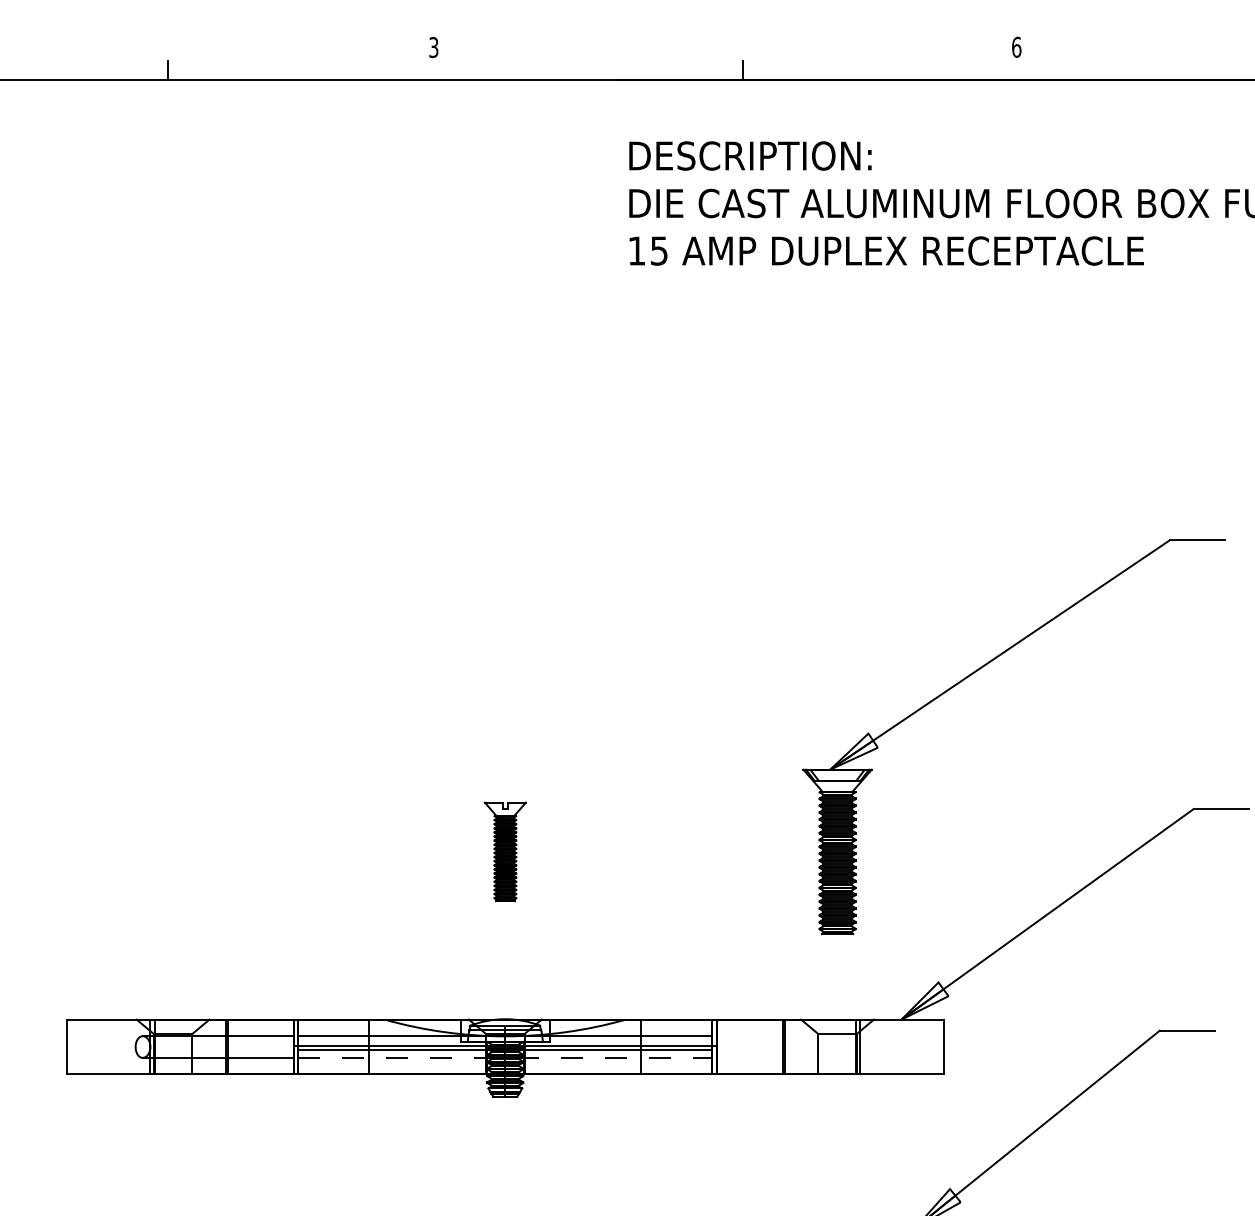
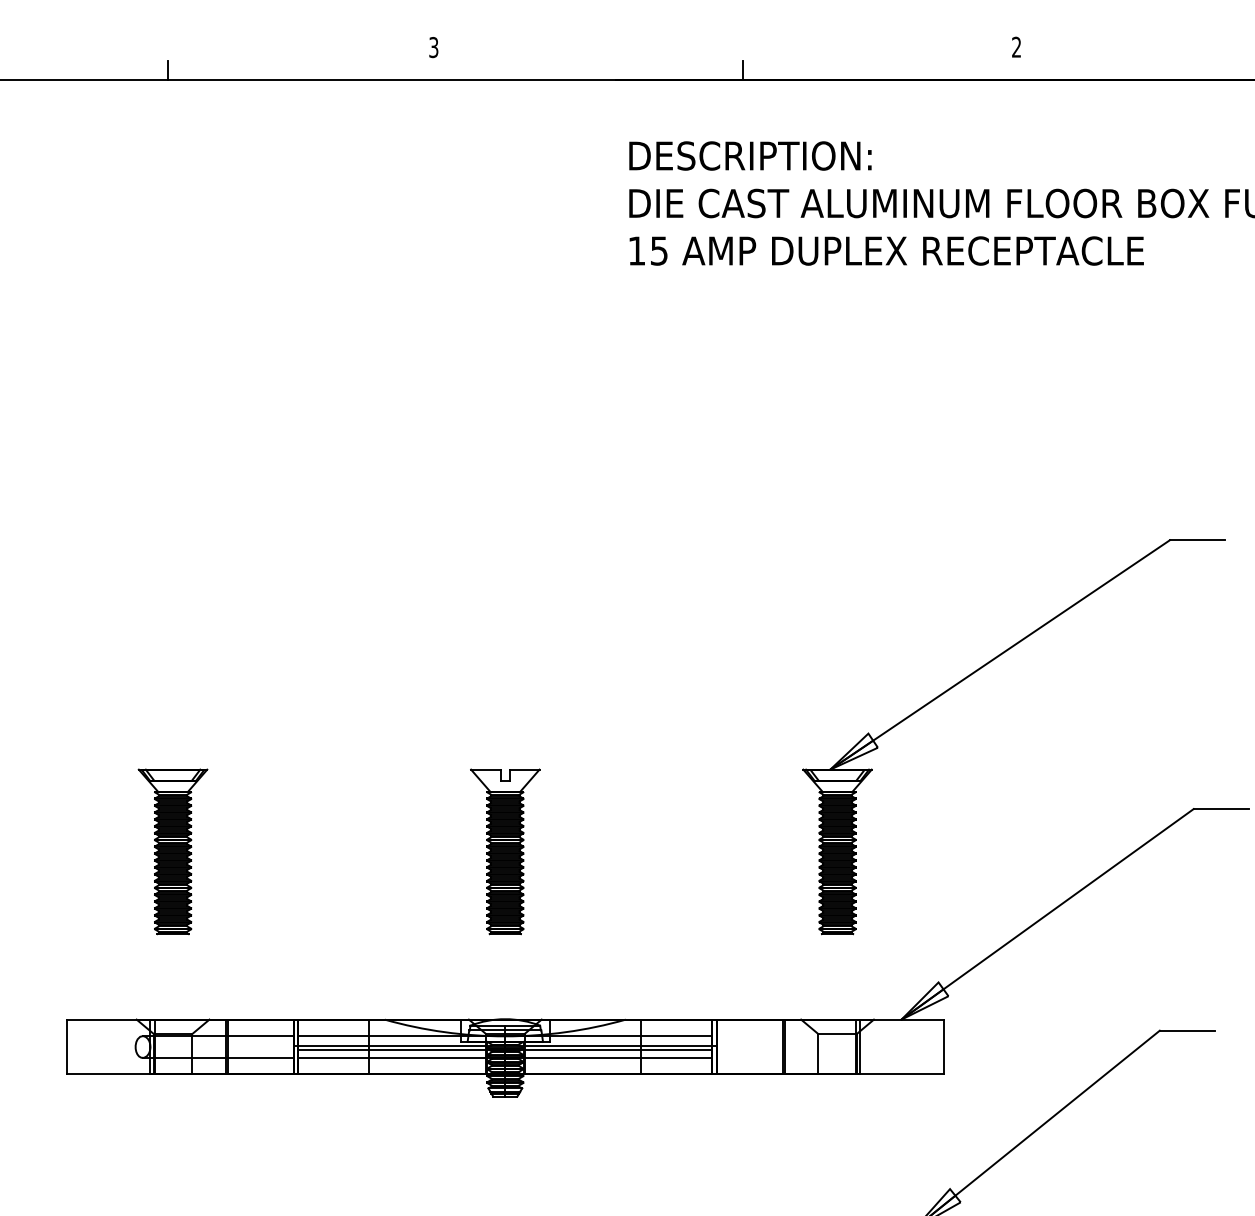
text at (1016, 46): 6 -> 2
part at (172, 851): none -> present
part at (504, 851) size: 44x102 px -> 71x168 px
line at (505, 1057): dashed -> solid
